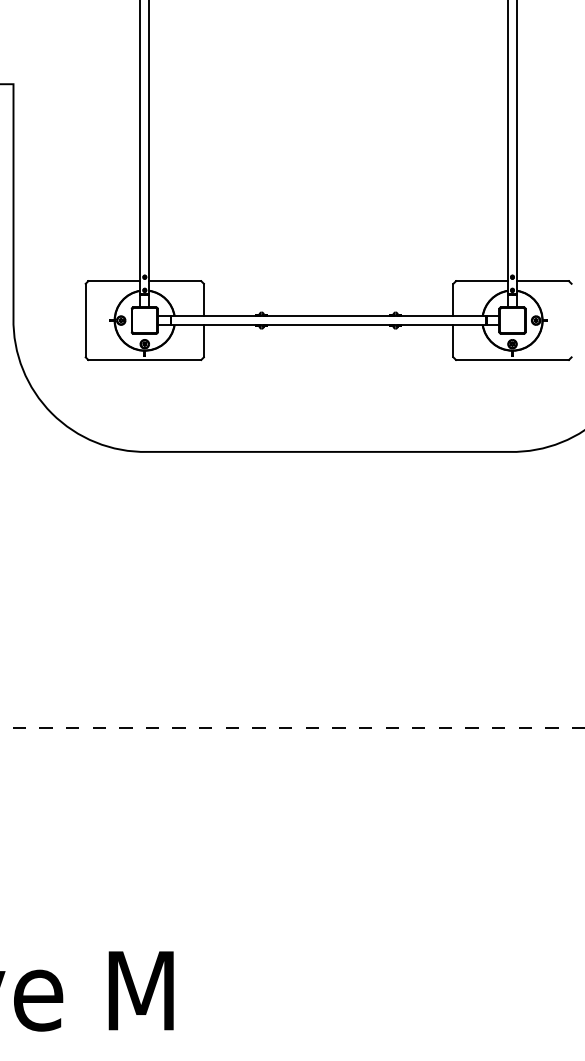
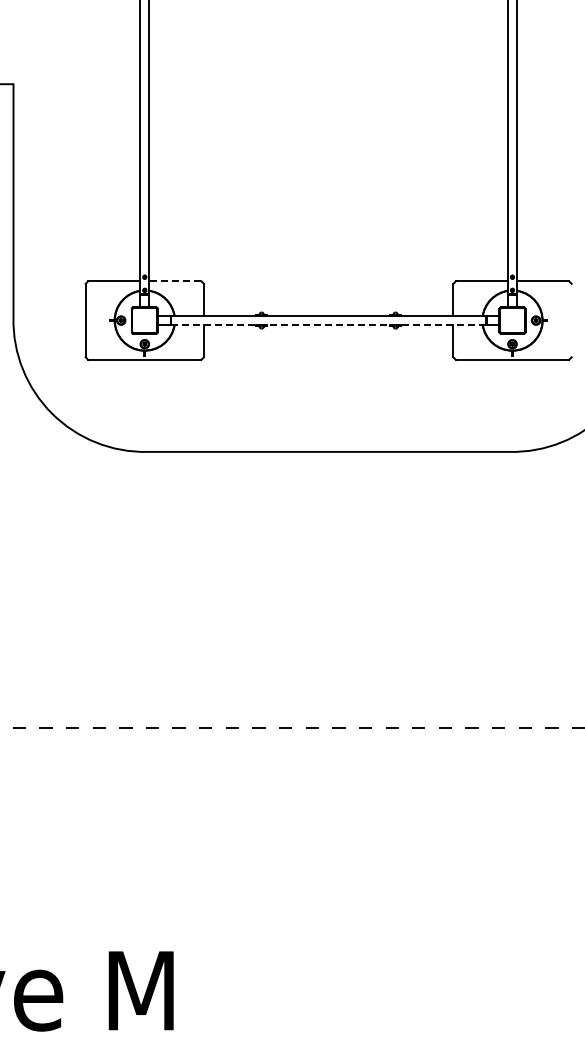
line at (174, 281): solid -> dashed
line at (328, 325): solid -> dashed
